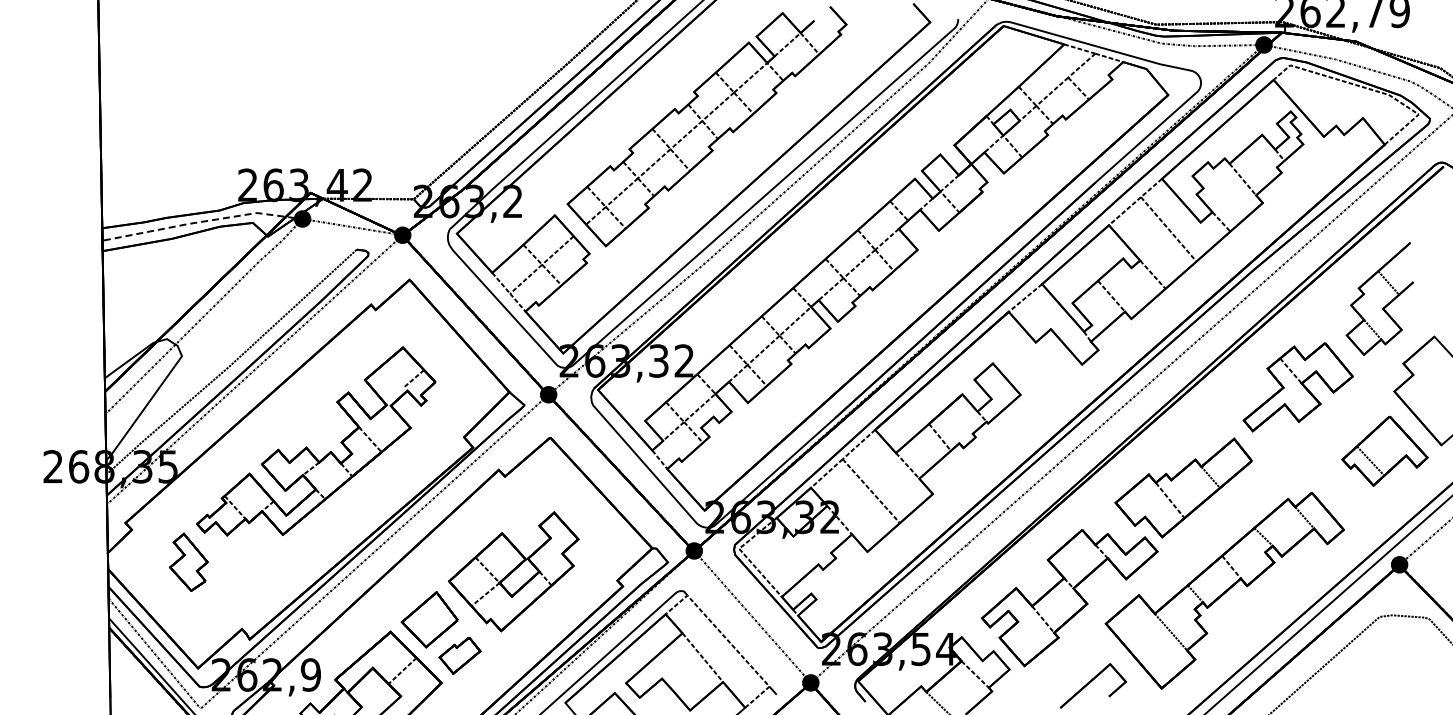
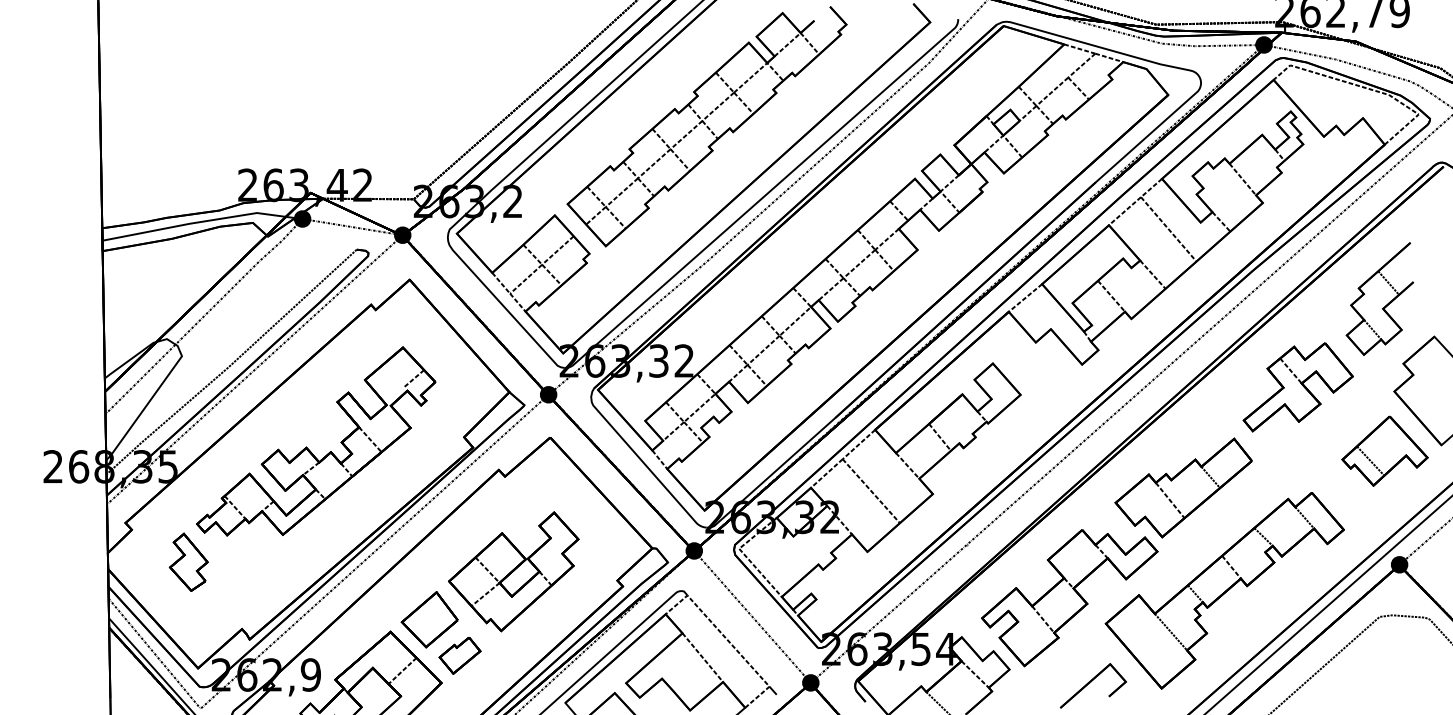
line at (198, 222): dashed -> solid
